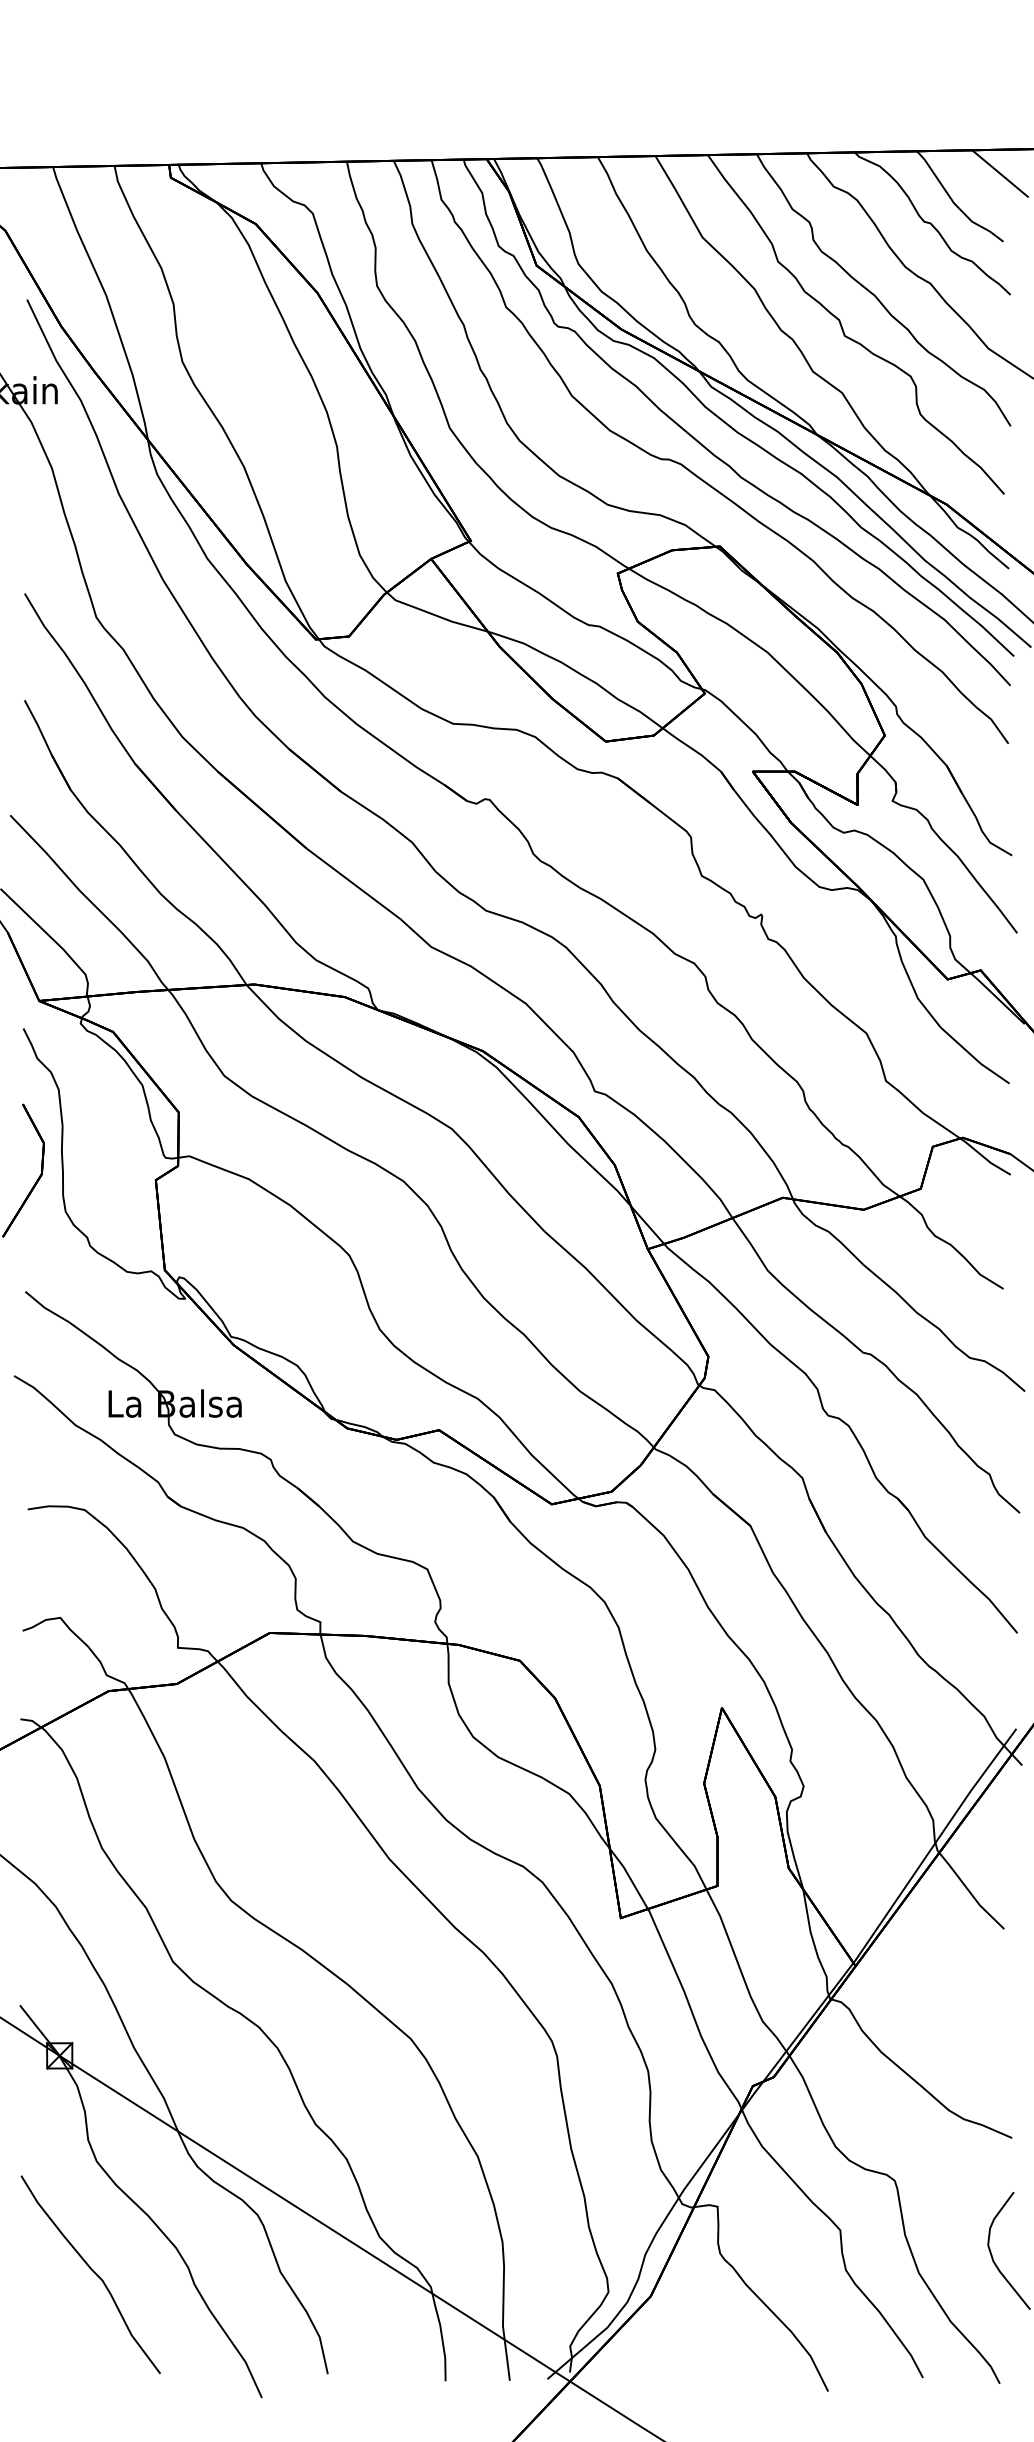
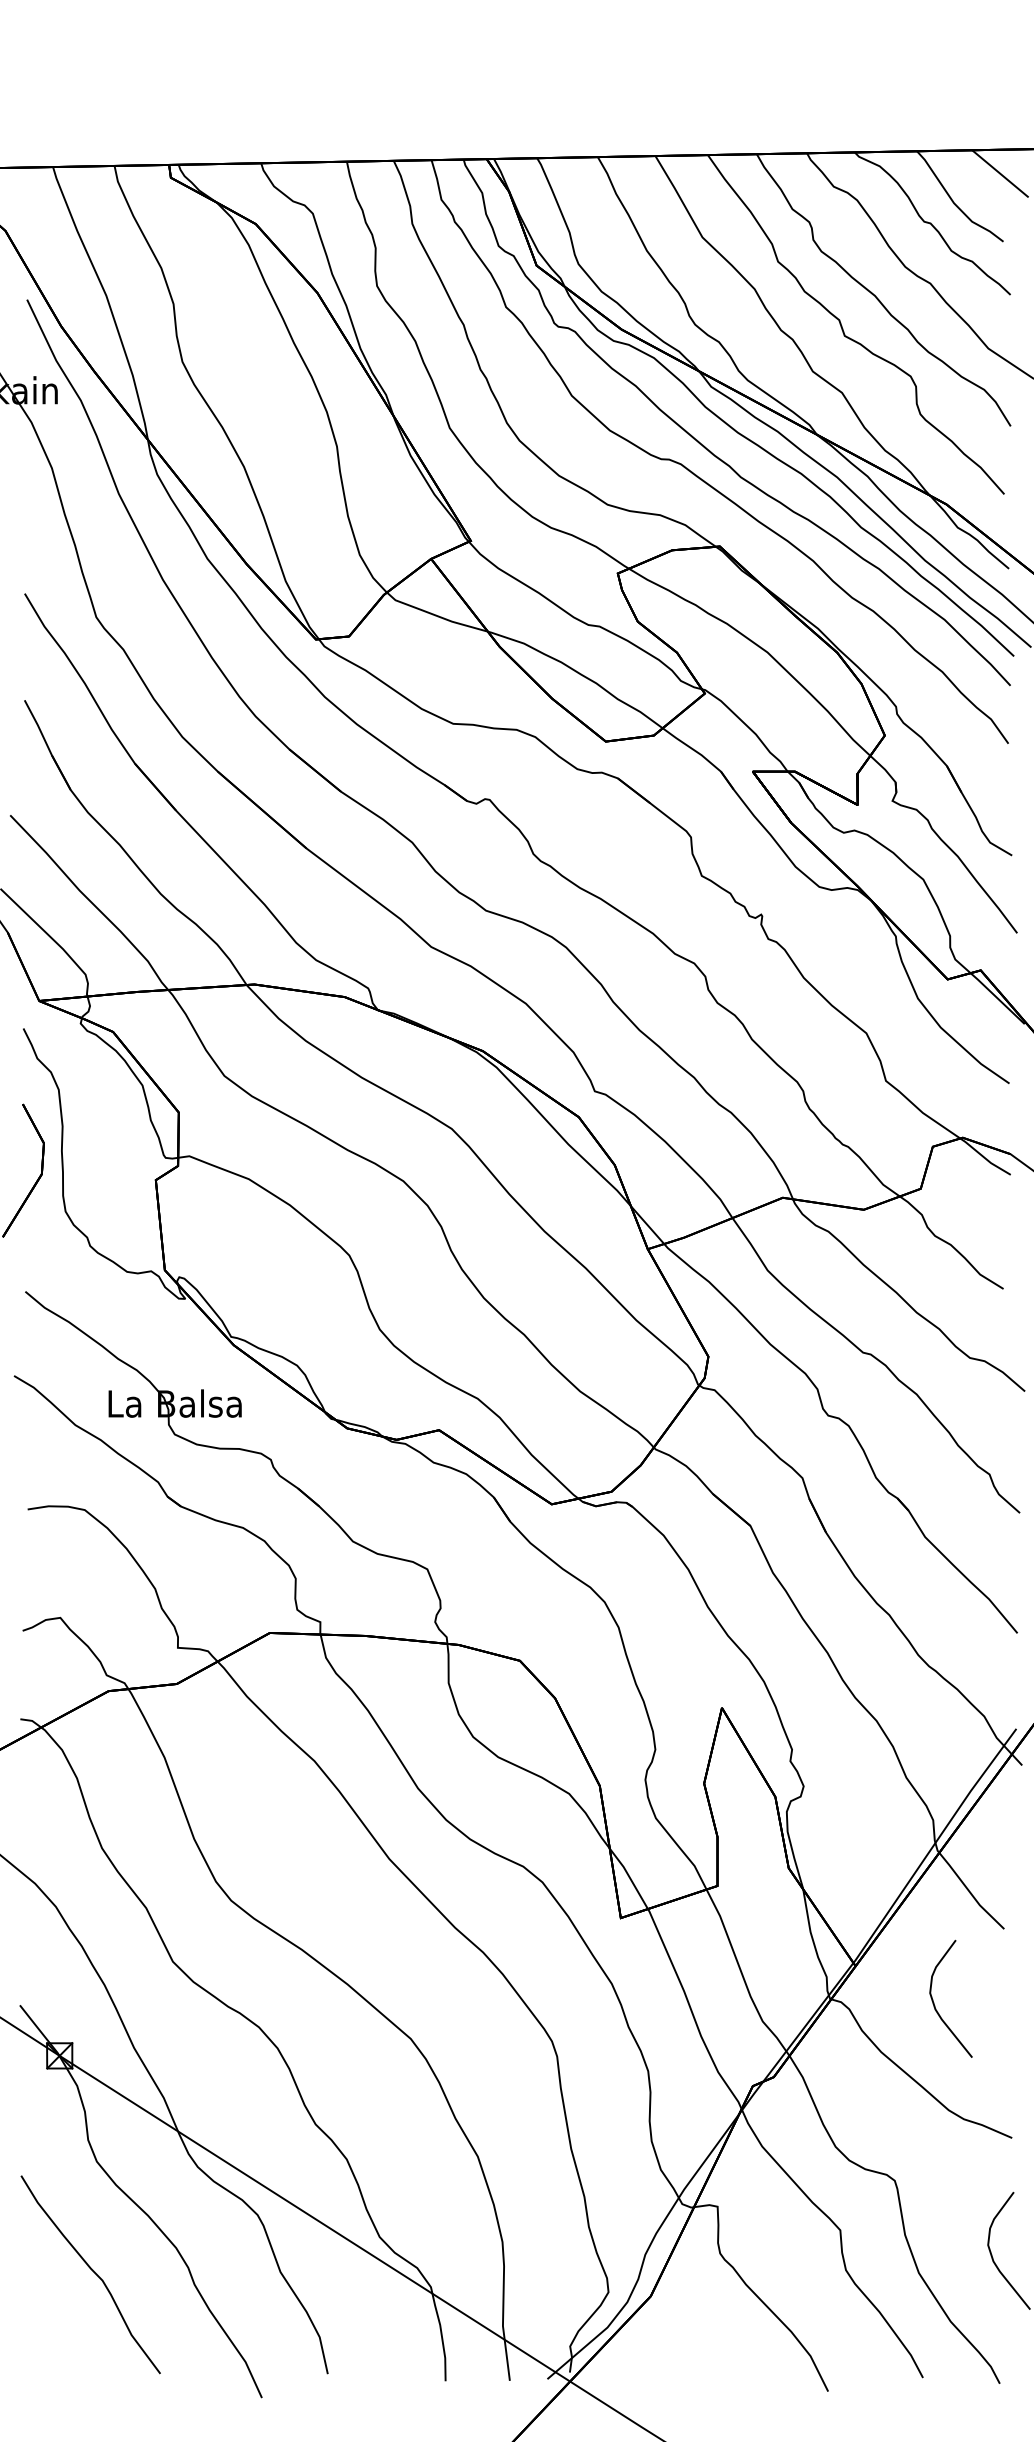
curve at (934, 2002): none -> present
